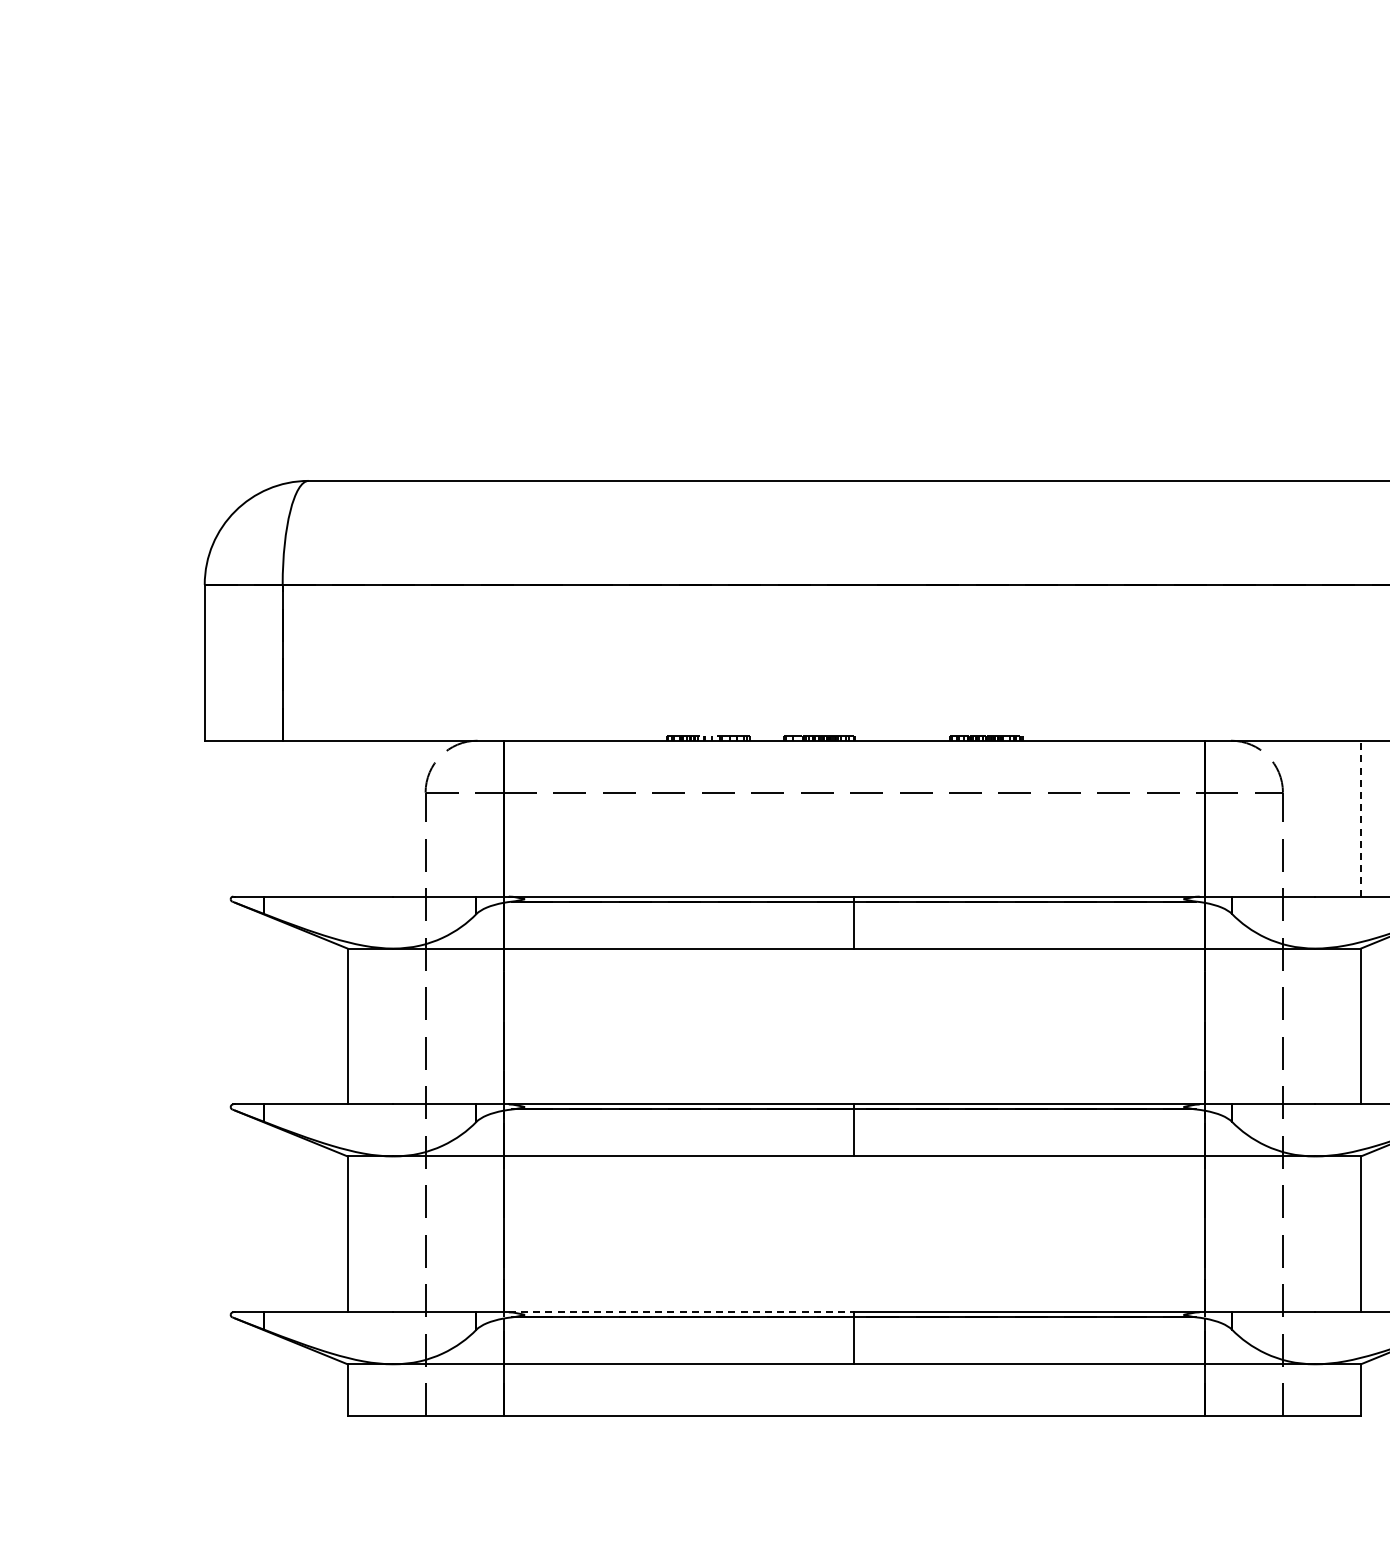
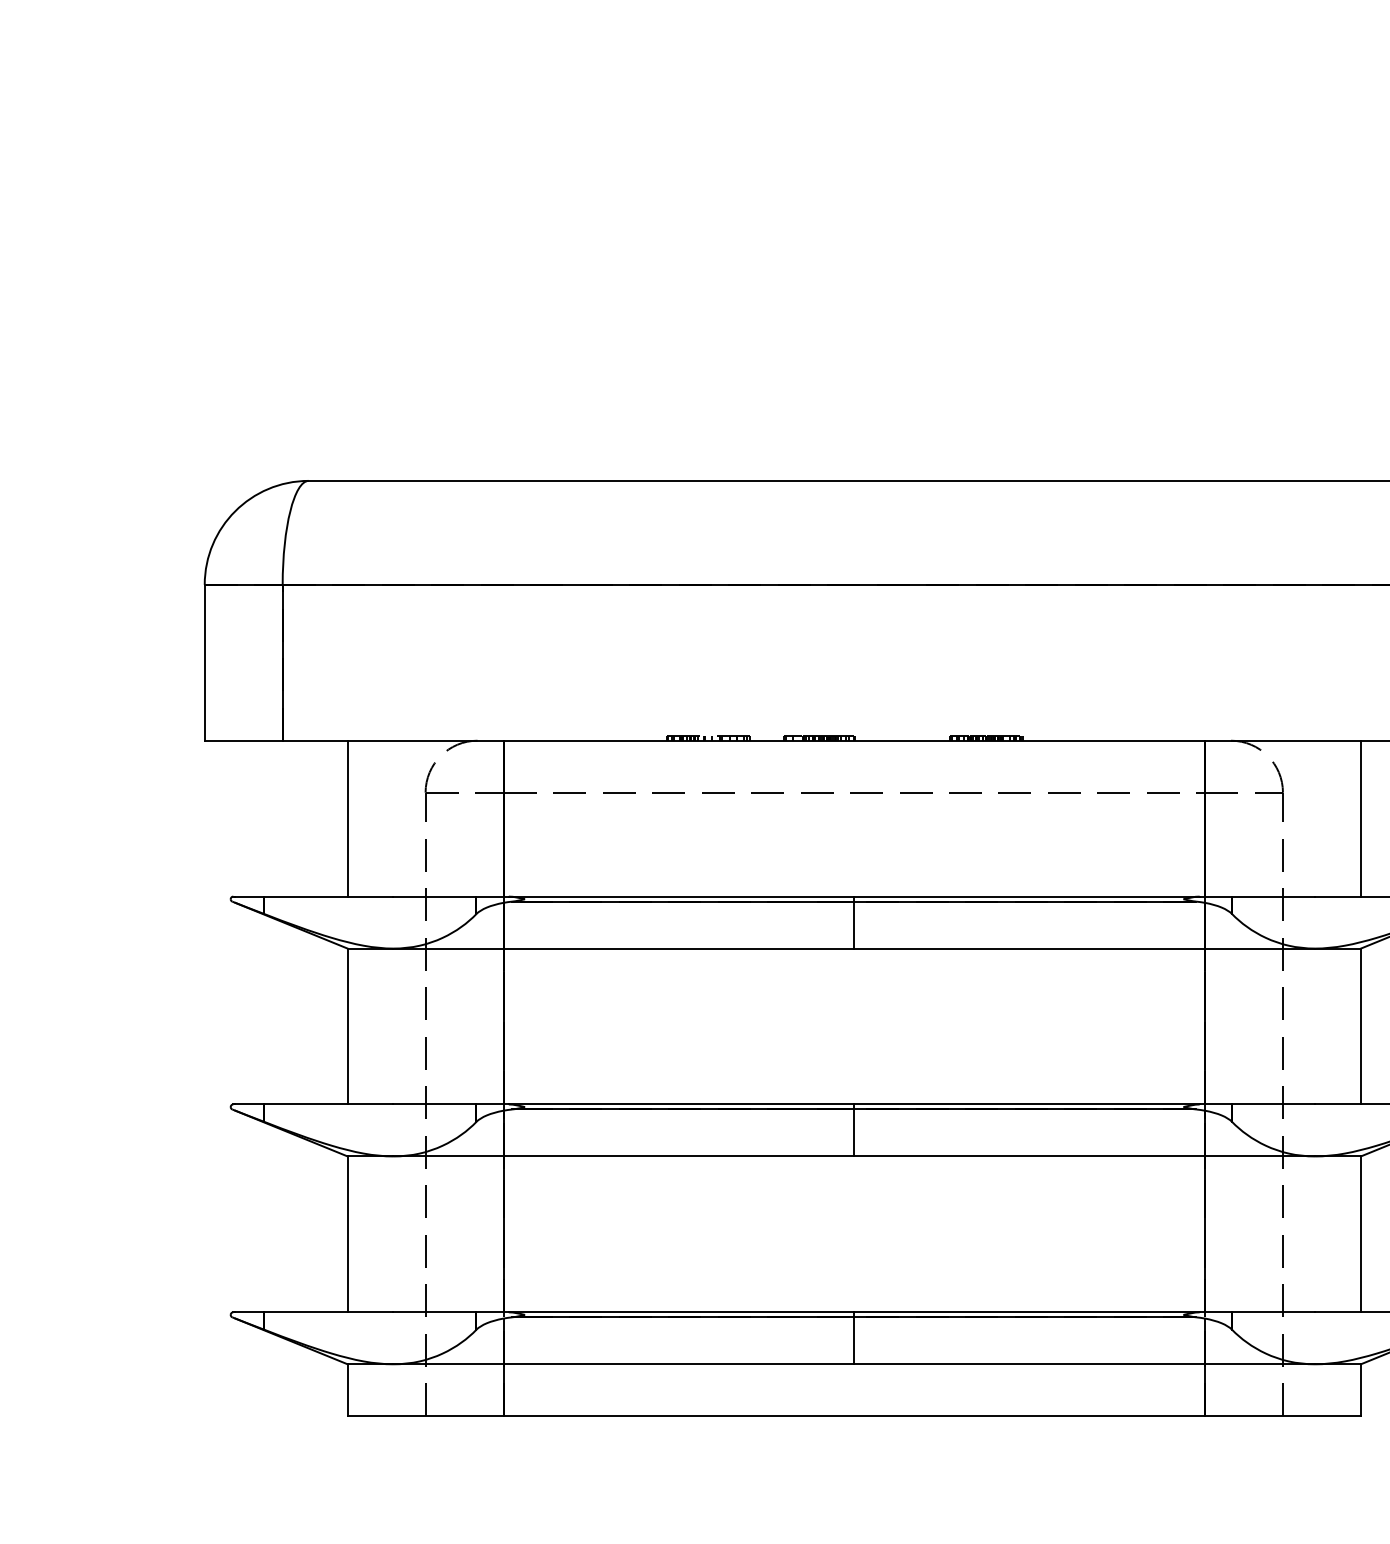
line at (347, 818): none -> present
line at (1360, 818): dashed -> solid
line at (681, 1312): dashed -> solid
